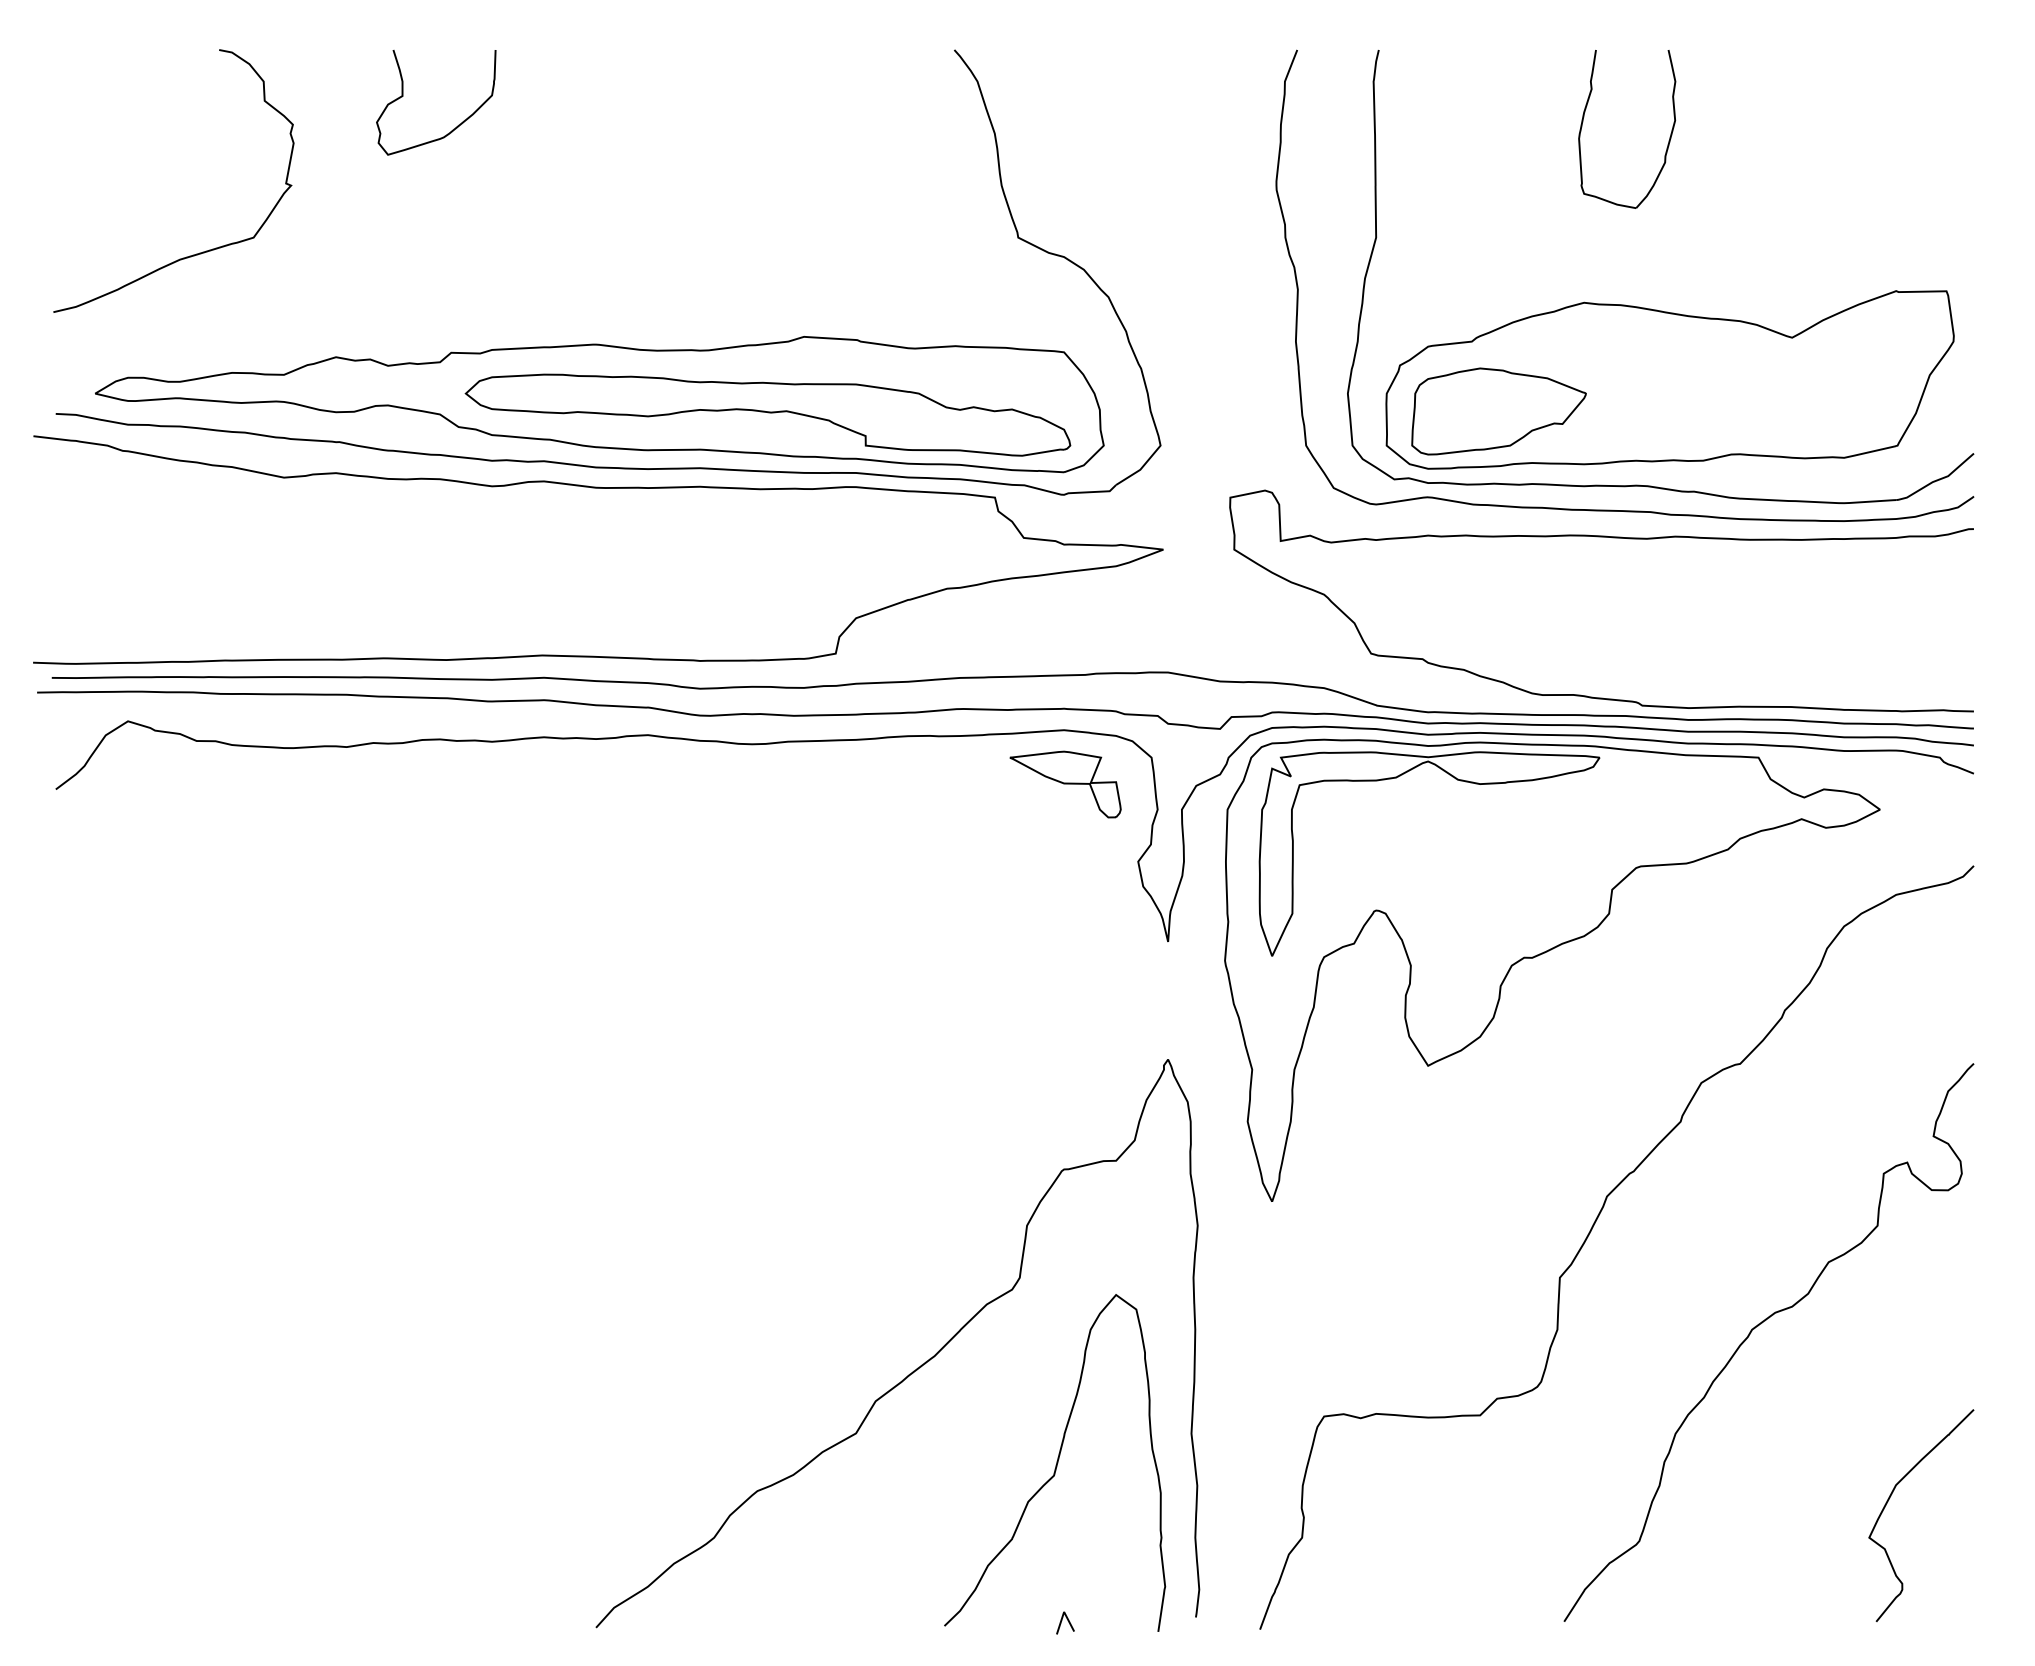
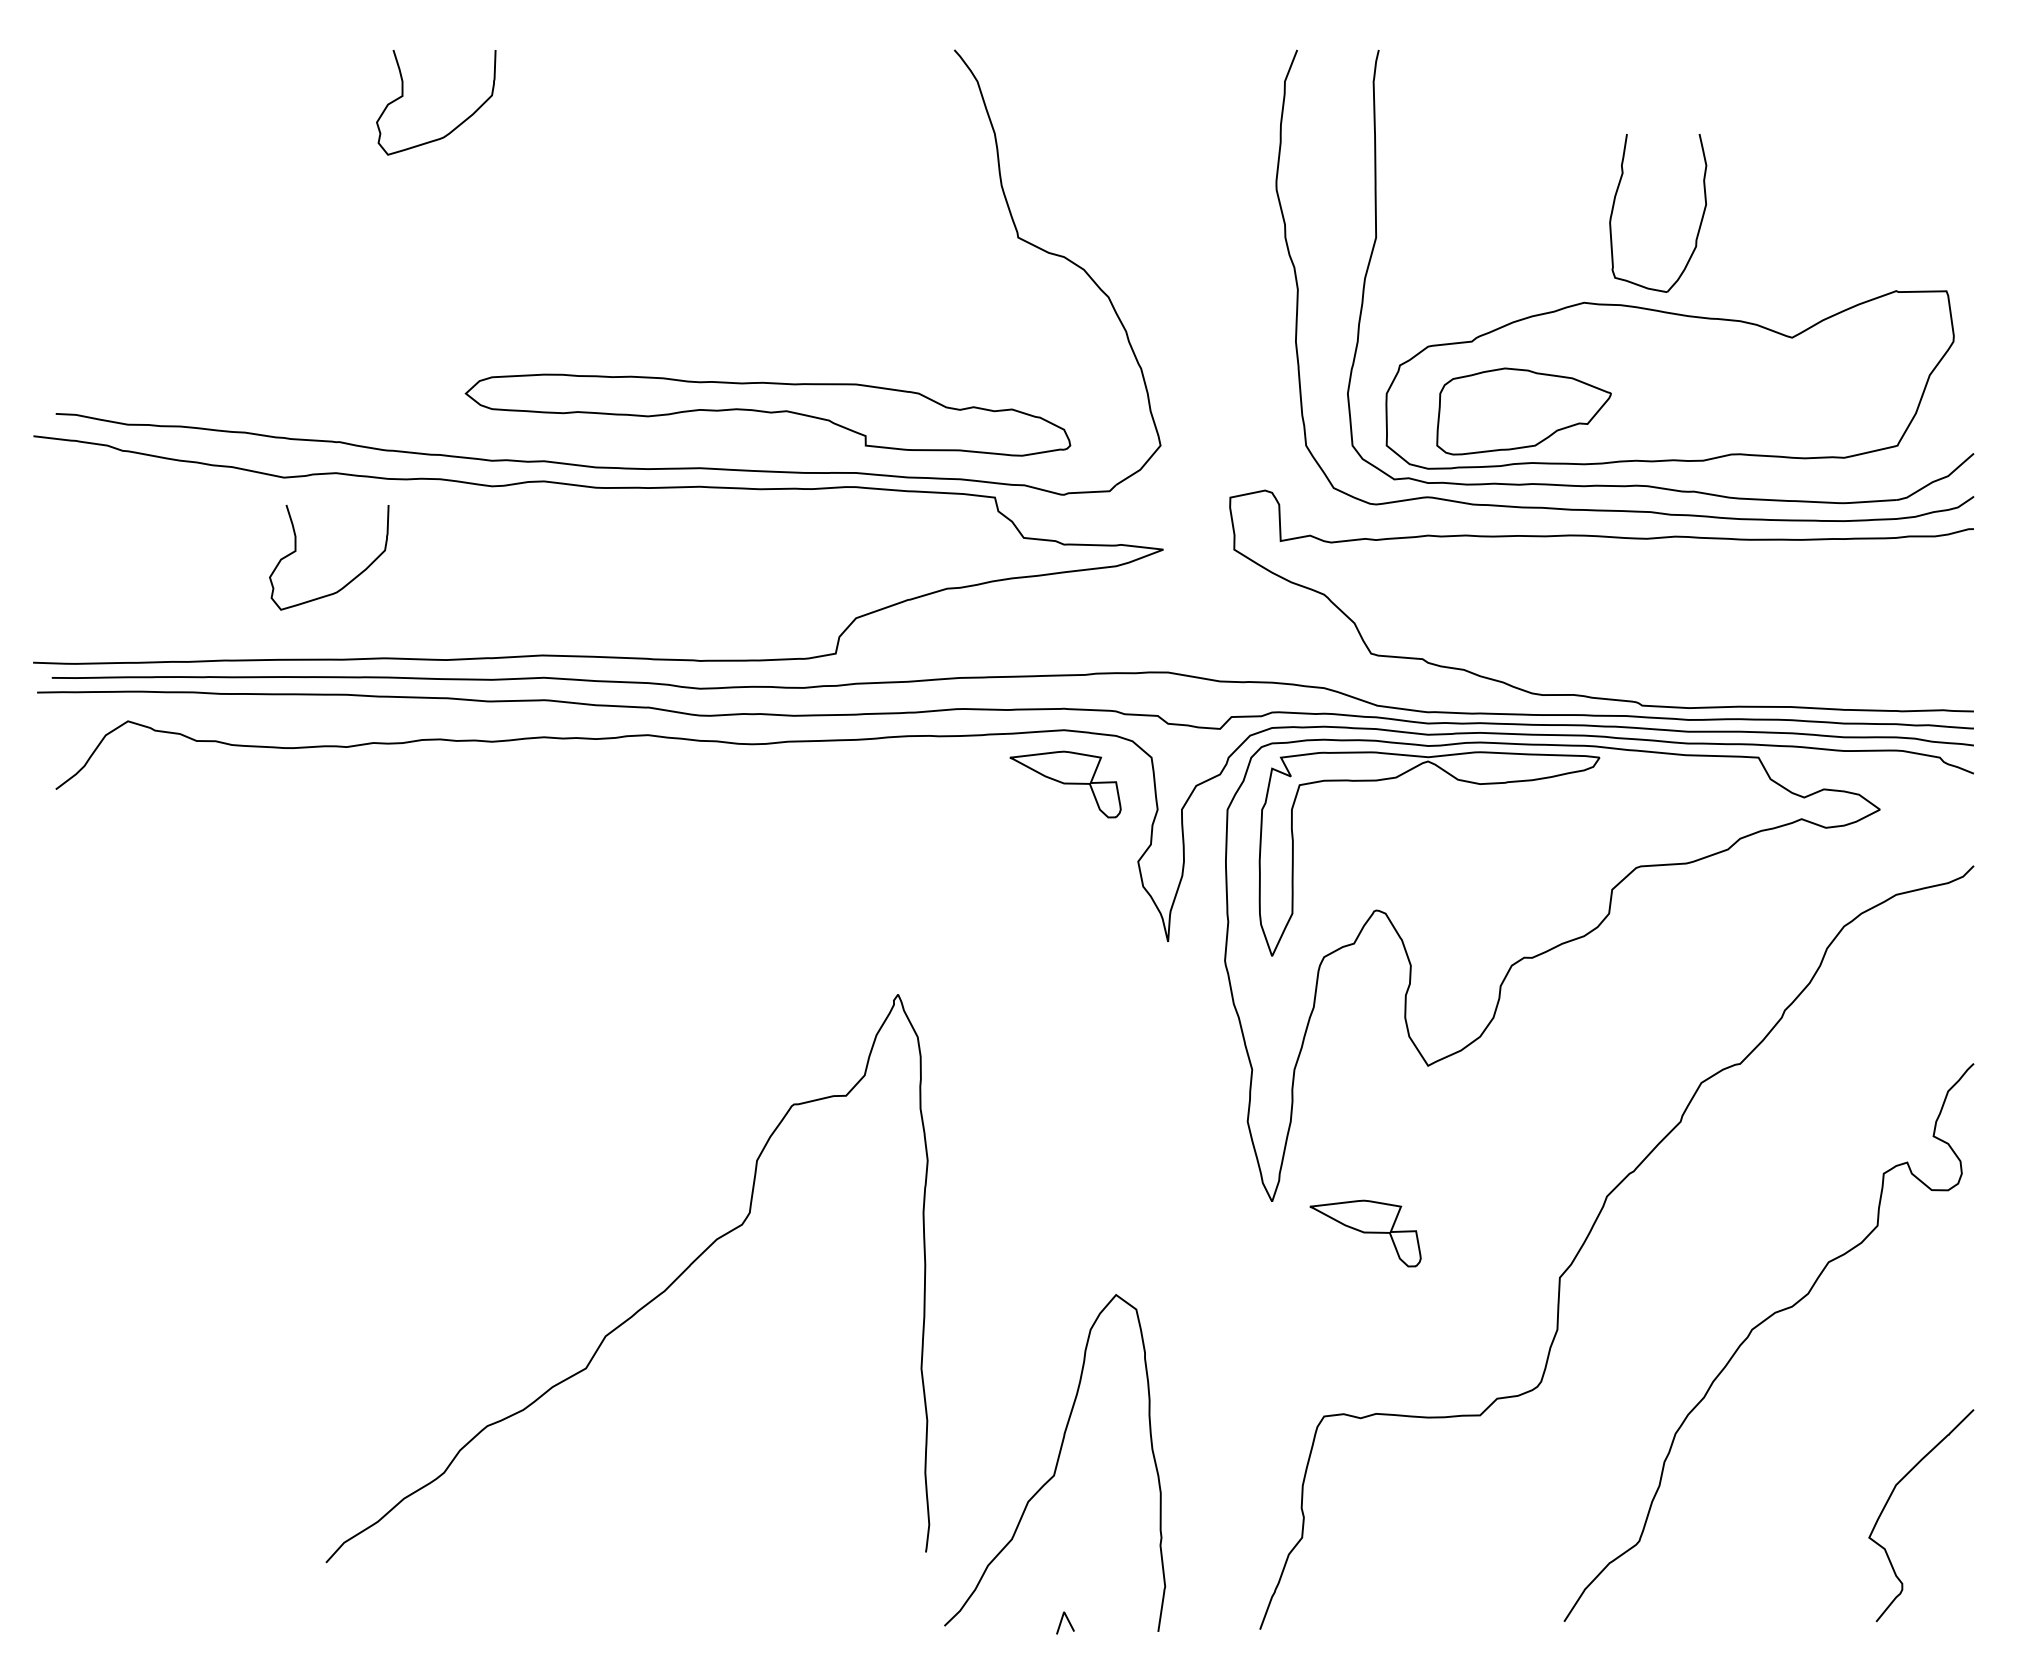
part at (1668, 140) position: (1668, 140) -> (1699, 224)
curve at (196, 253): present -> none
part at (599, 404): present -> none
part at (1498, 411) position: (1498, 411) -> (1523, 411)
curve at (351, 579): none -> present
part at (1365, 1233): none -> present
curve at (917, 1367) position: (917, 1367) -> (647, 1302)
